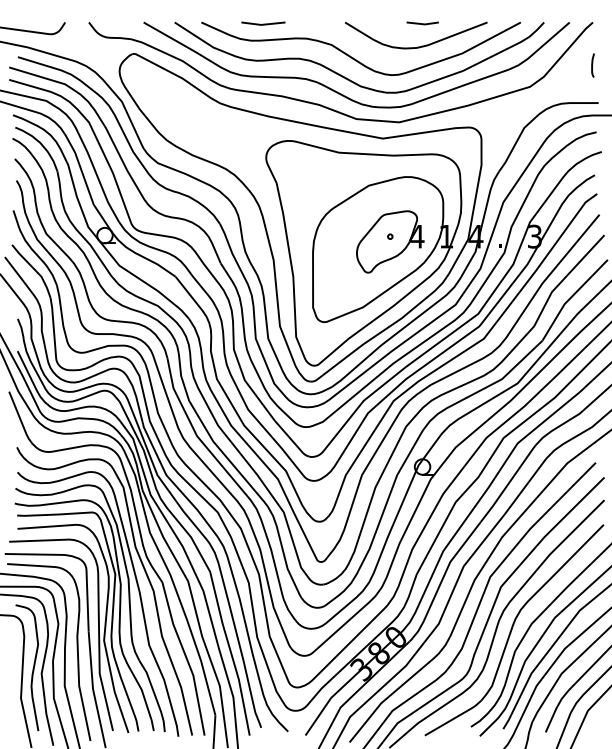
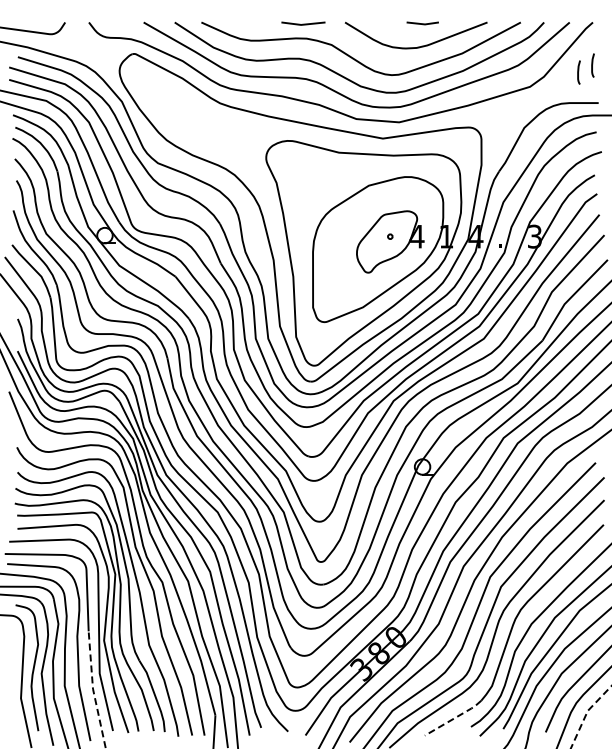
line at (263, 23) position: (263, 23) -> (303, 23)
curve at (578, 72): none -> present
line at (93, 689): solid -> dashed
line at (586, 713): solid -> dashed
line at (454, 718): solid -> dashed
